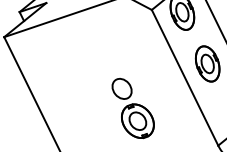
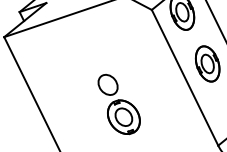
part at (132, 108) position: (132, 108) -> (118, 104)
